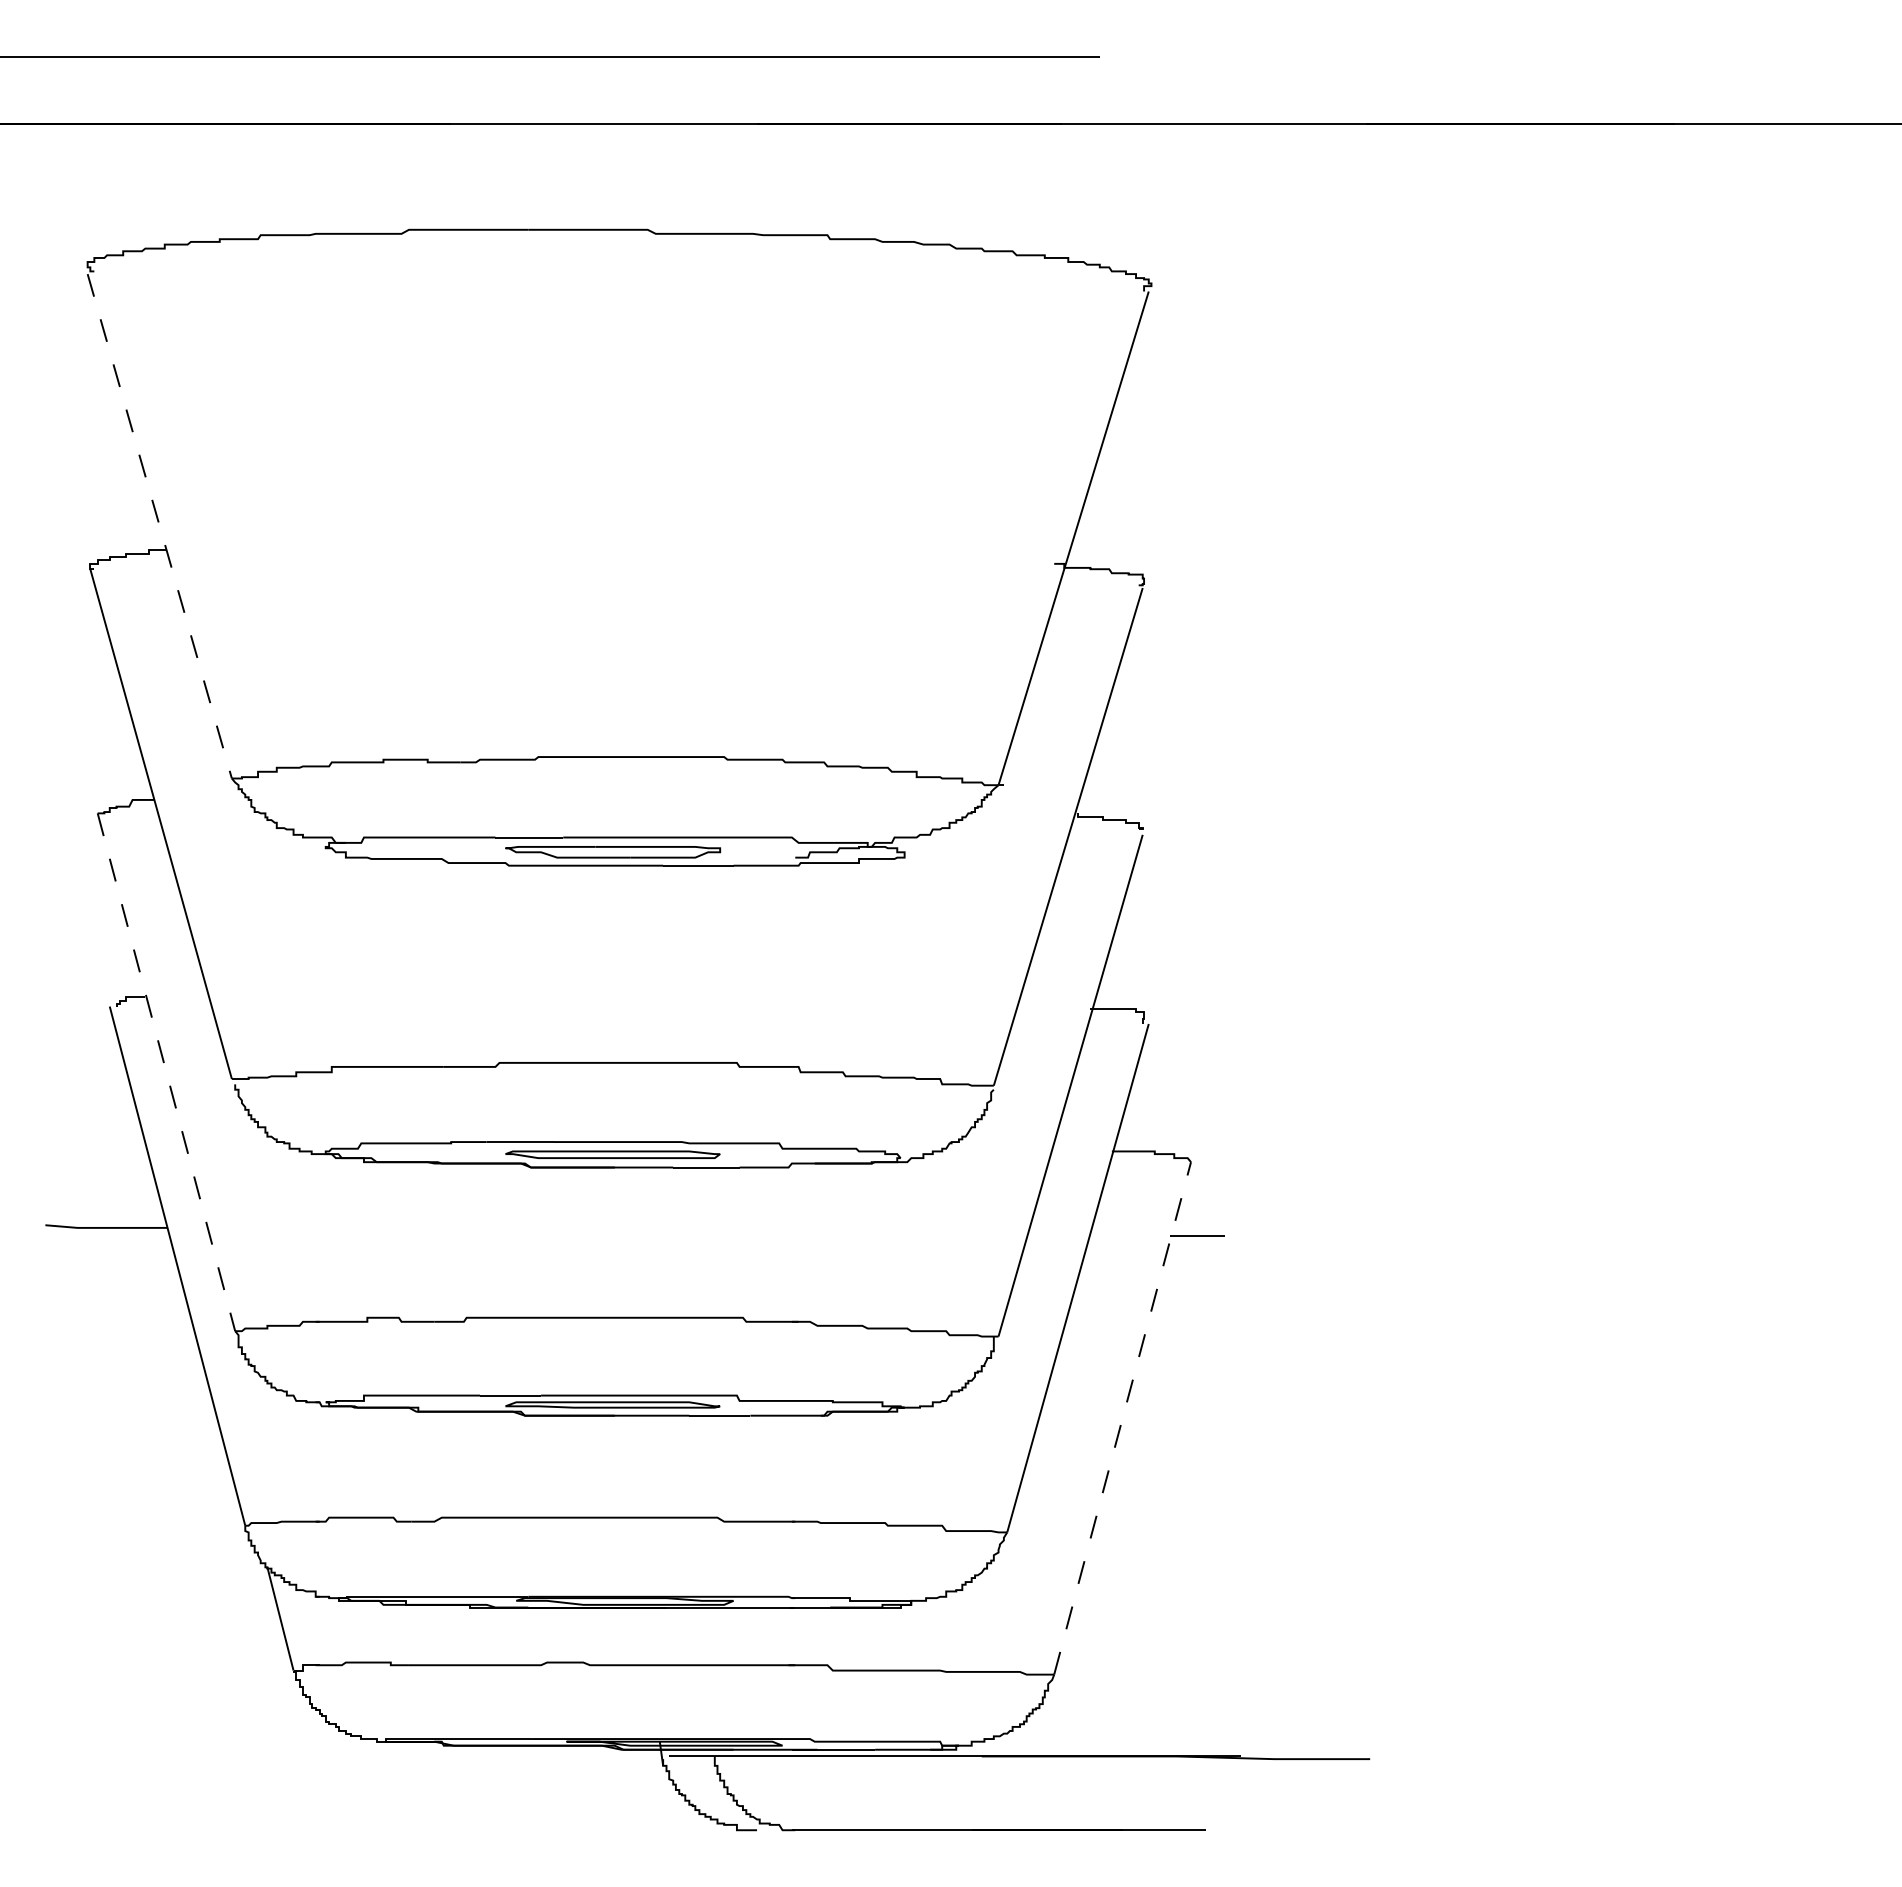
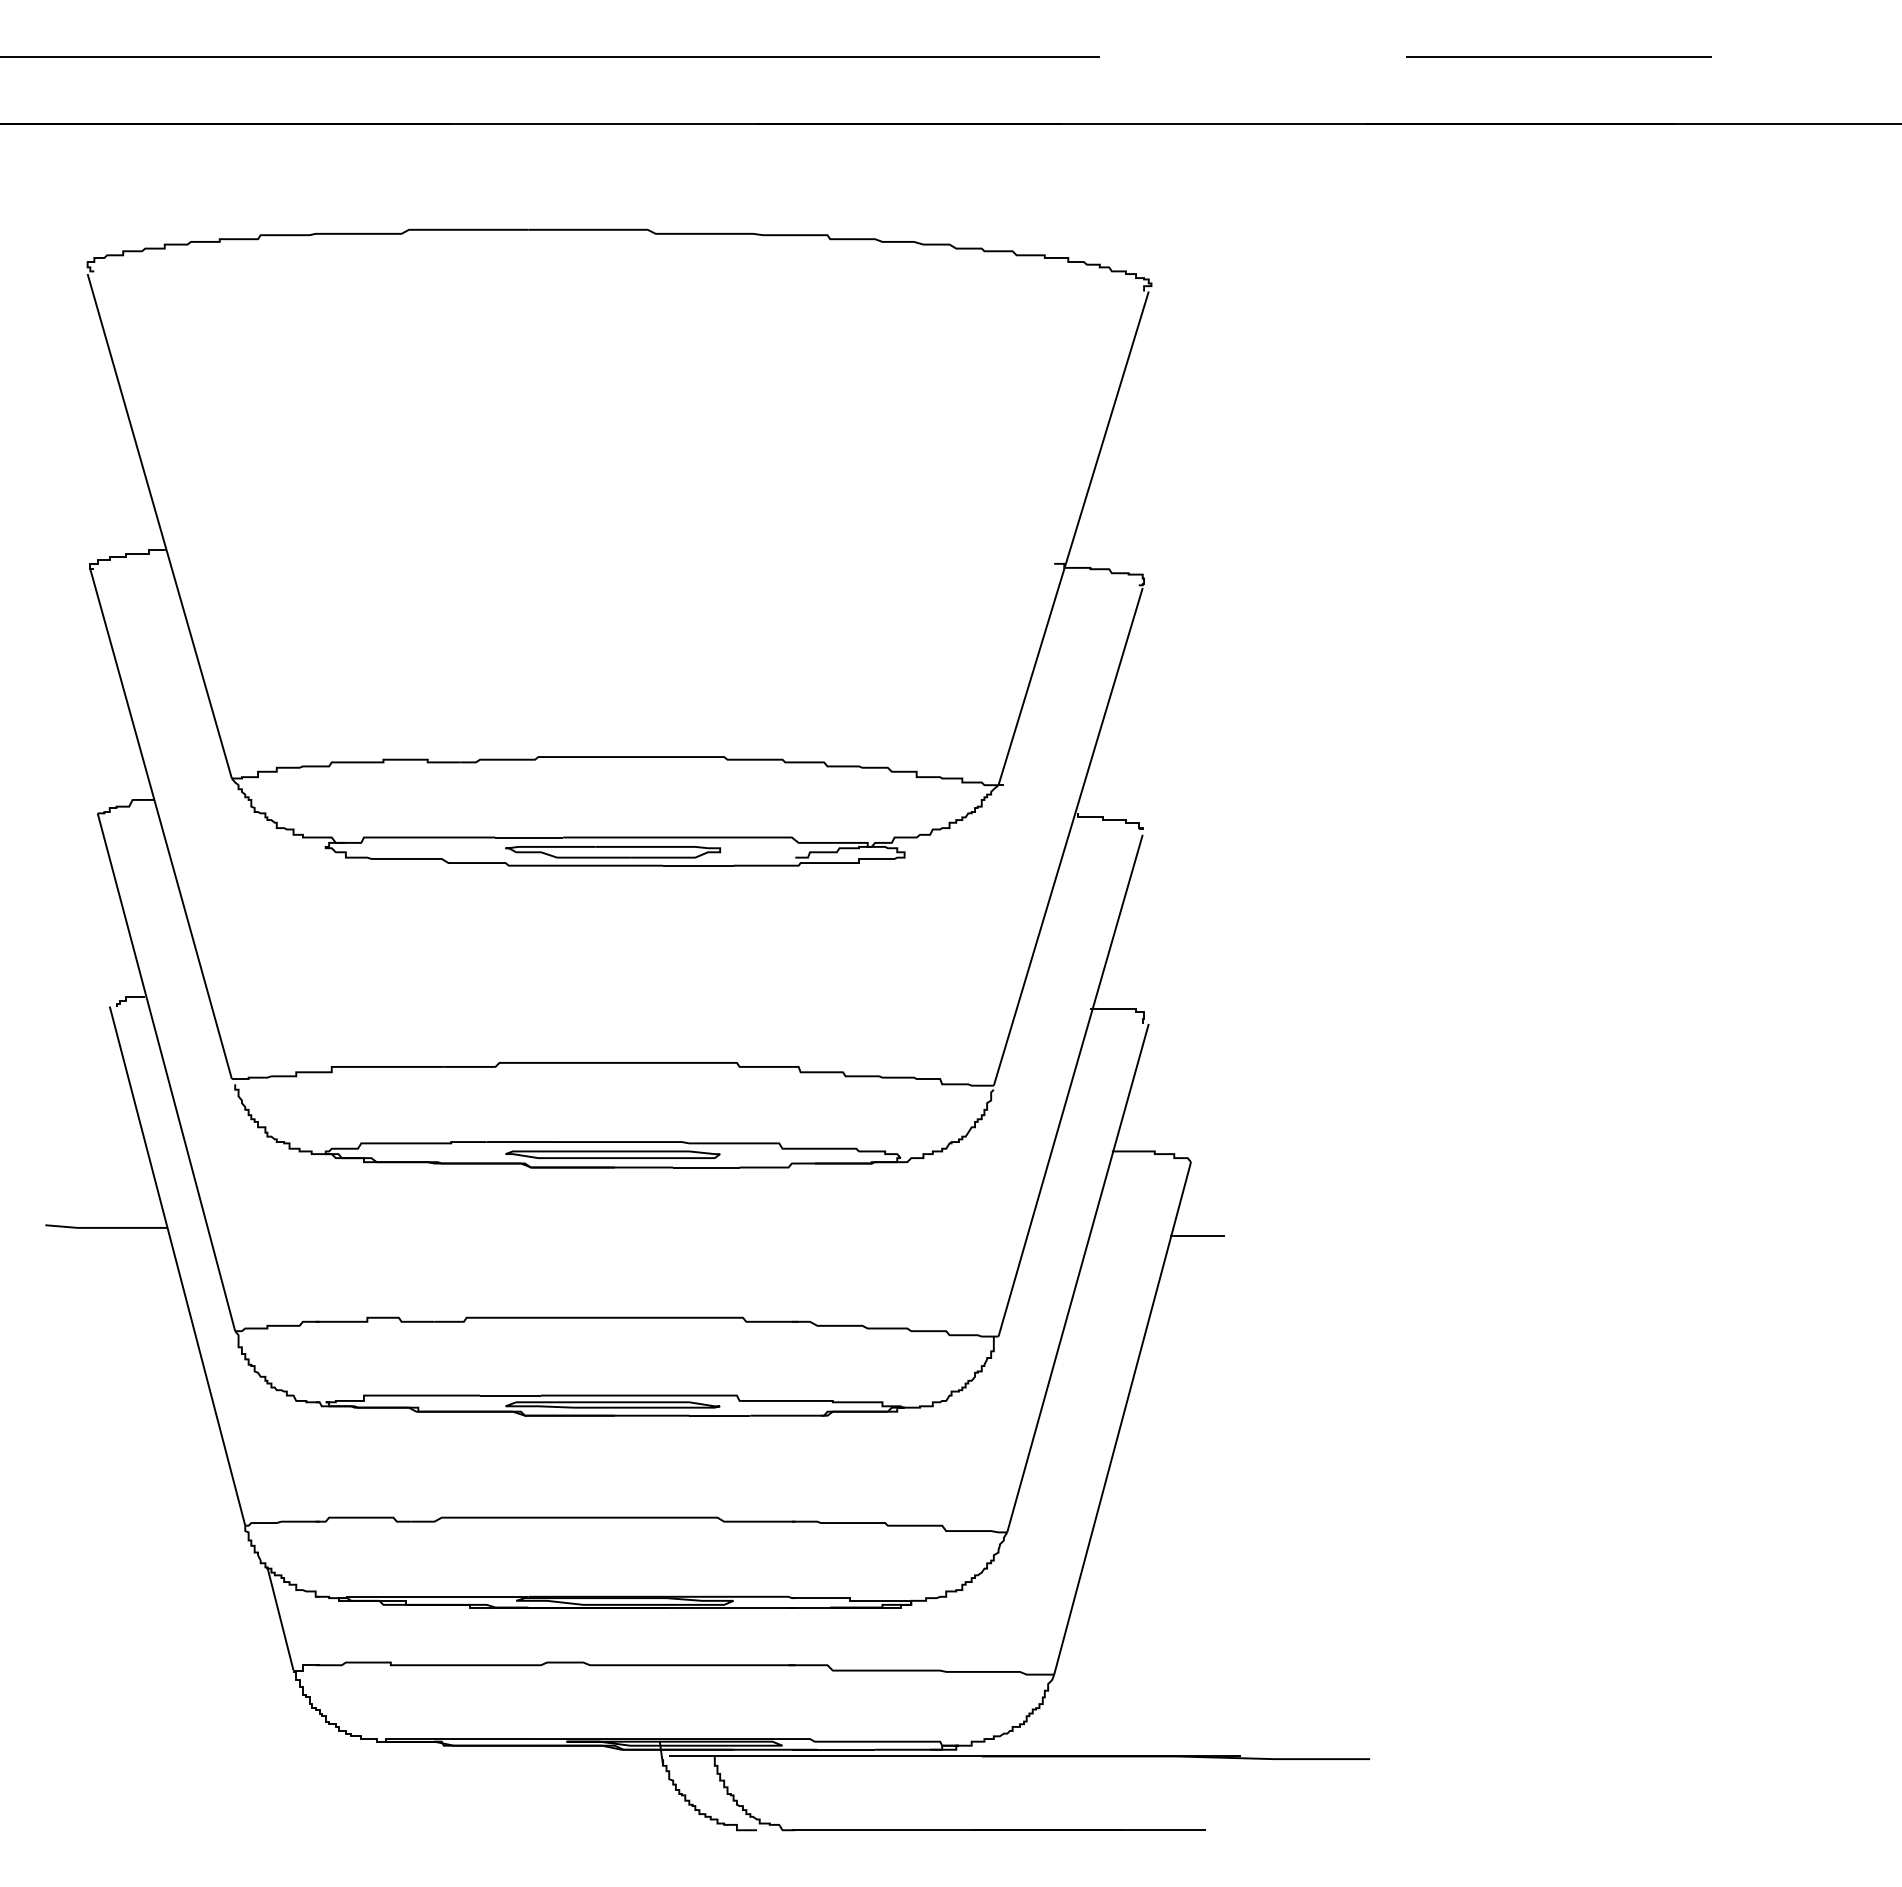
line at (1558, 56): none -> present
line at (159, 526): dashed -> solid
line at (166, 1072): dashed -> solid
line at (1122, 1417): dashed -> solid
